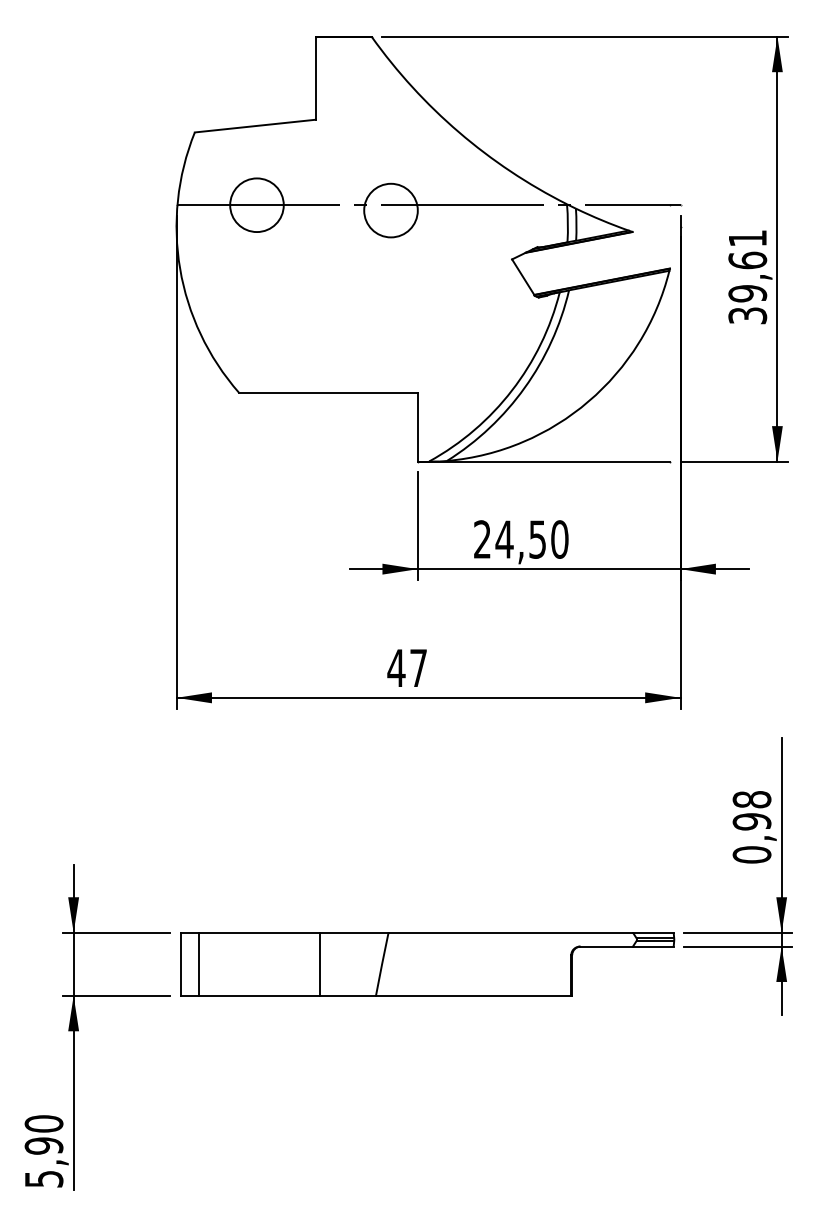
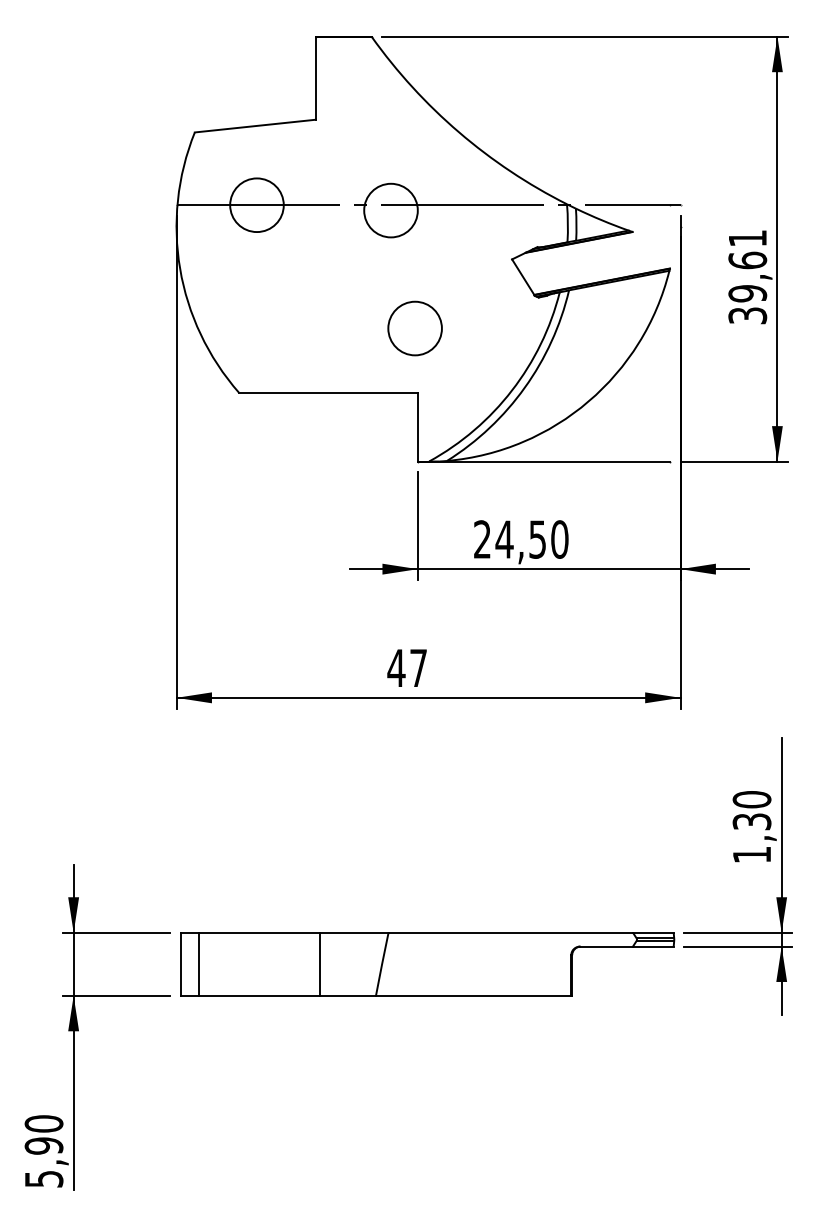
circle at (414, 328): none -> present
text at (751, 827): 0,98 -> 1,30
